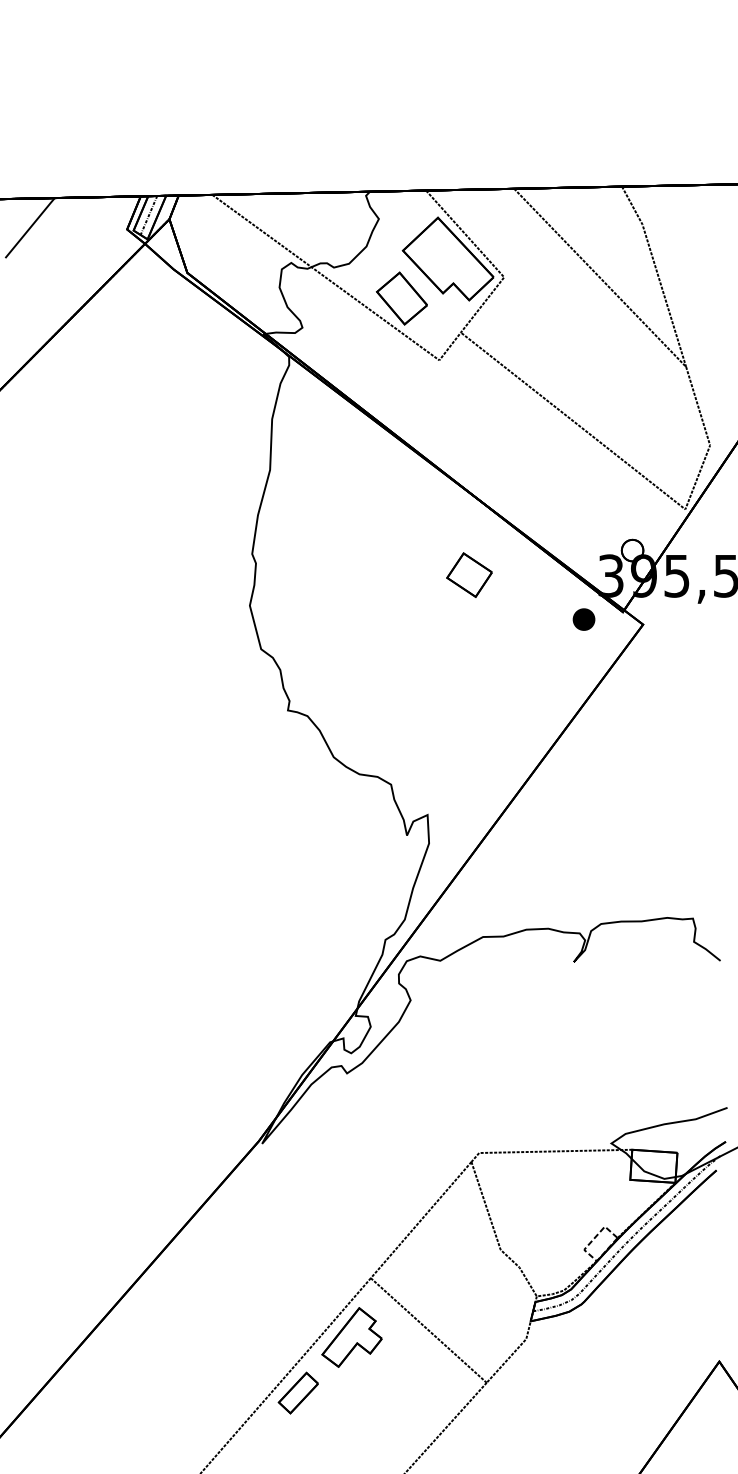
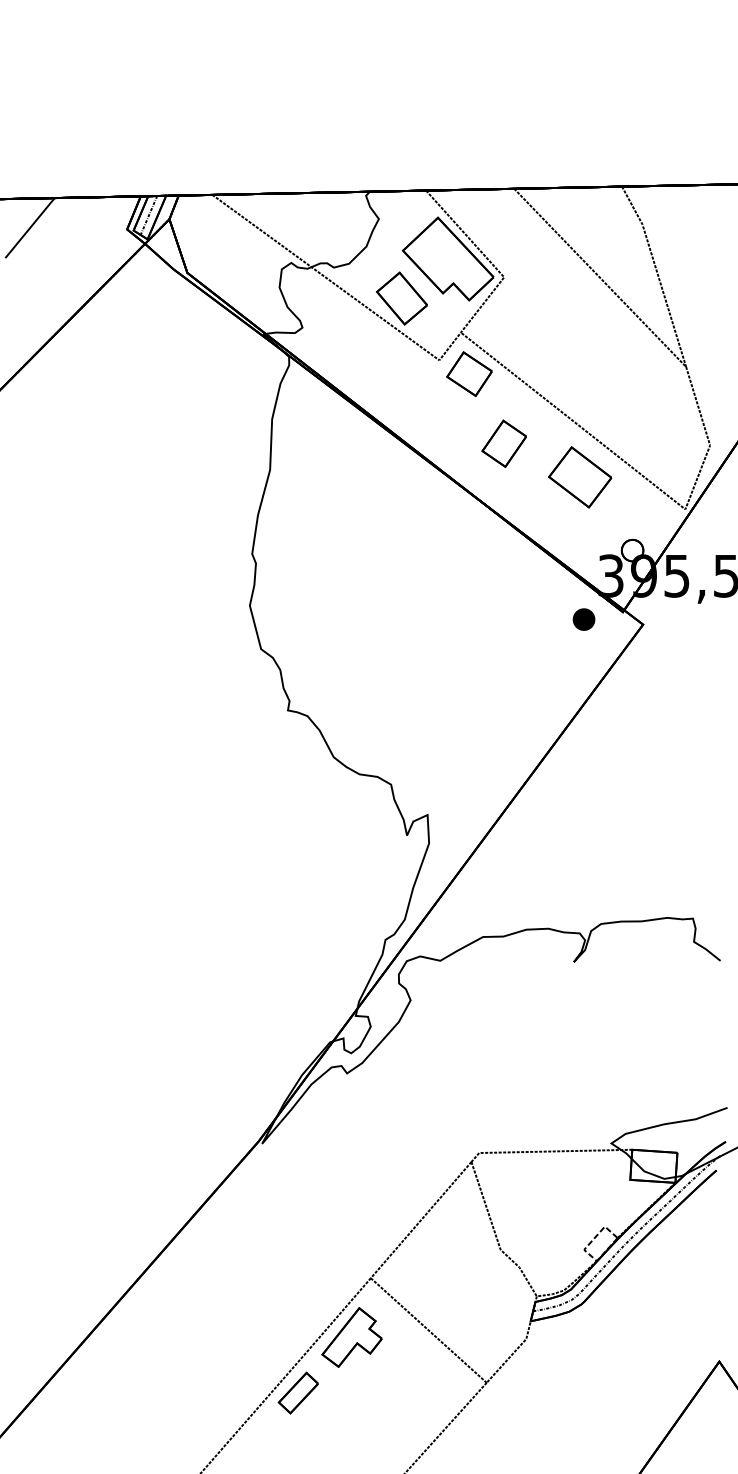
part at (503, 443): none -> present
part at (580, 477): none -> present
part at (469, 574) position: (469, 574) -> (469, 373)
